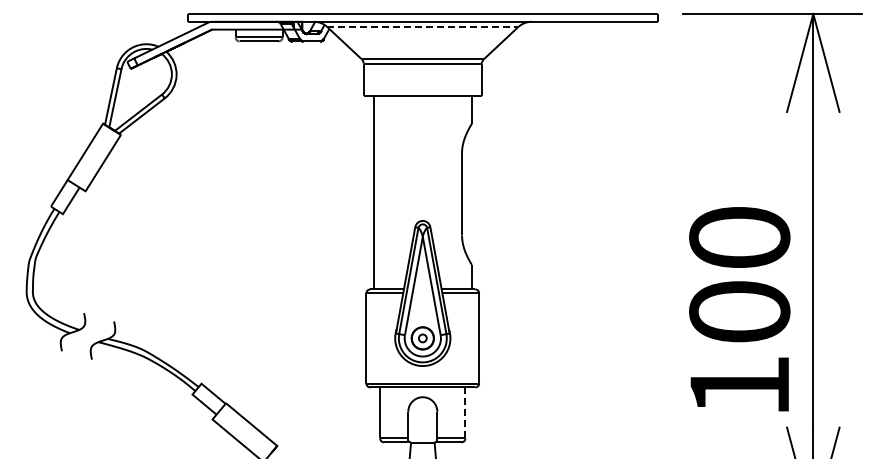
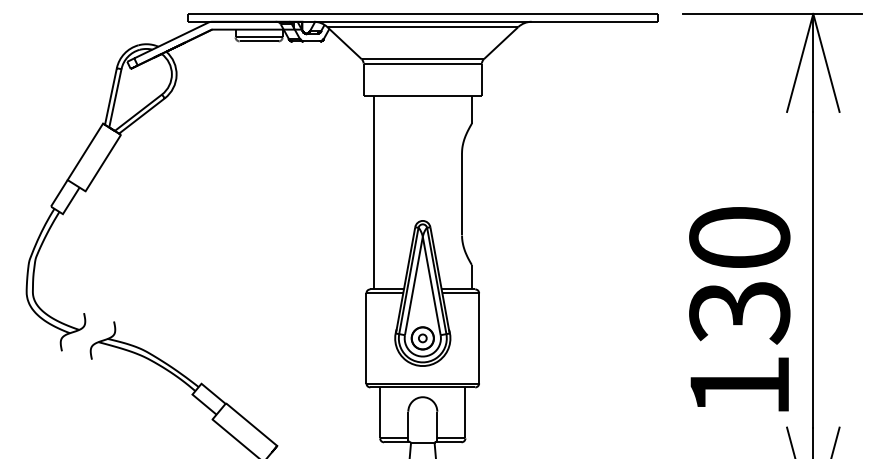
line at (423, 27): dashed -> solid
text at (739, 312): 100 -> 130
line at (465, 413): dashed -> solid
